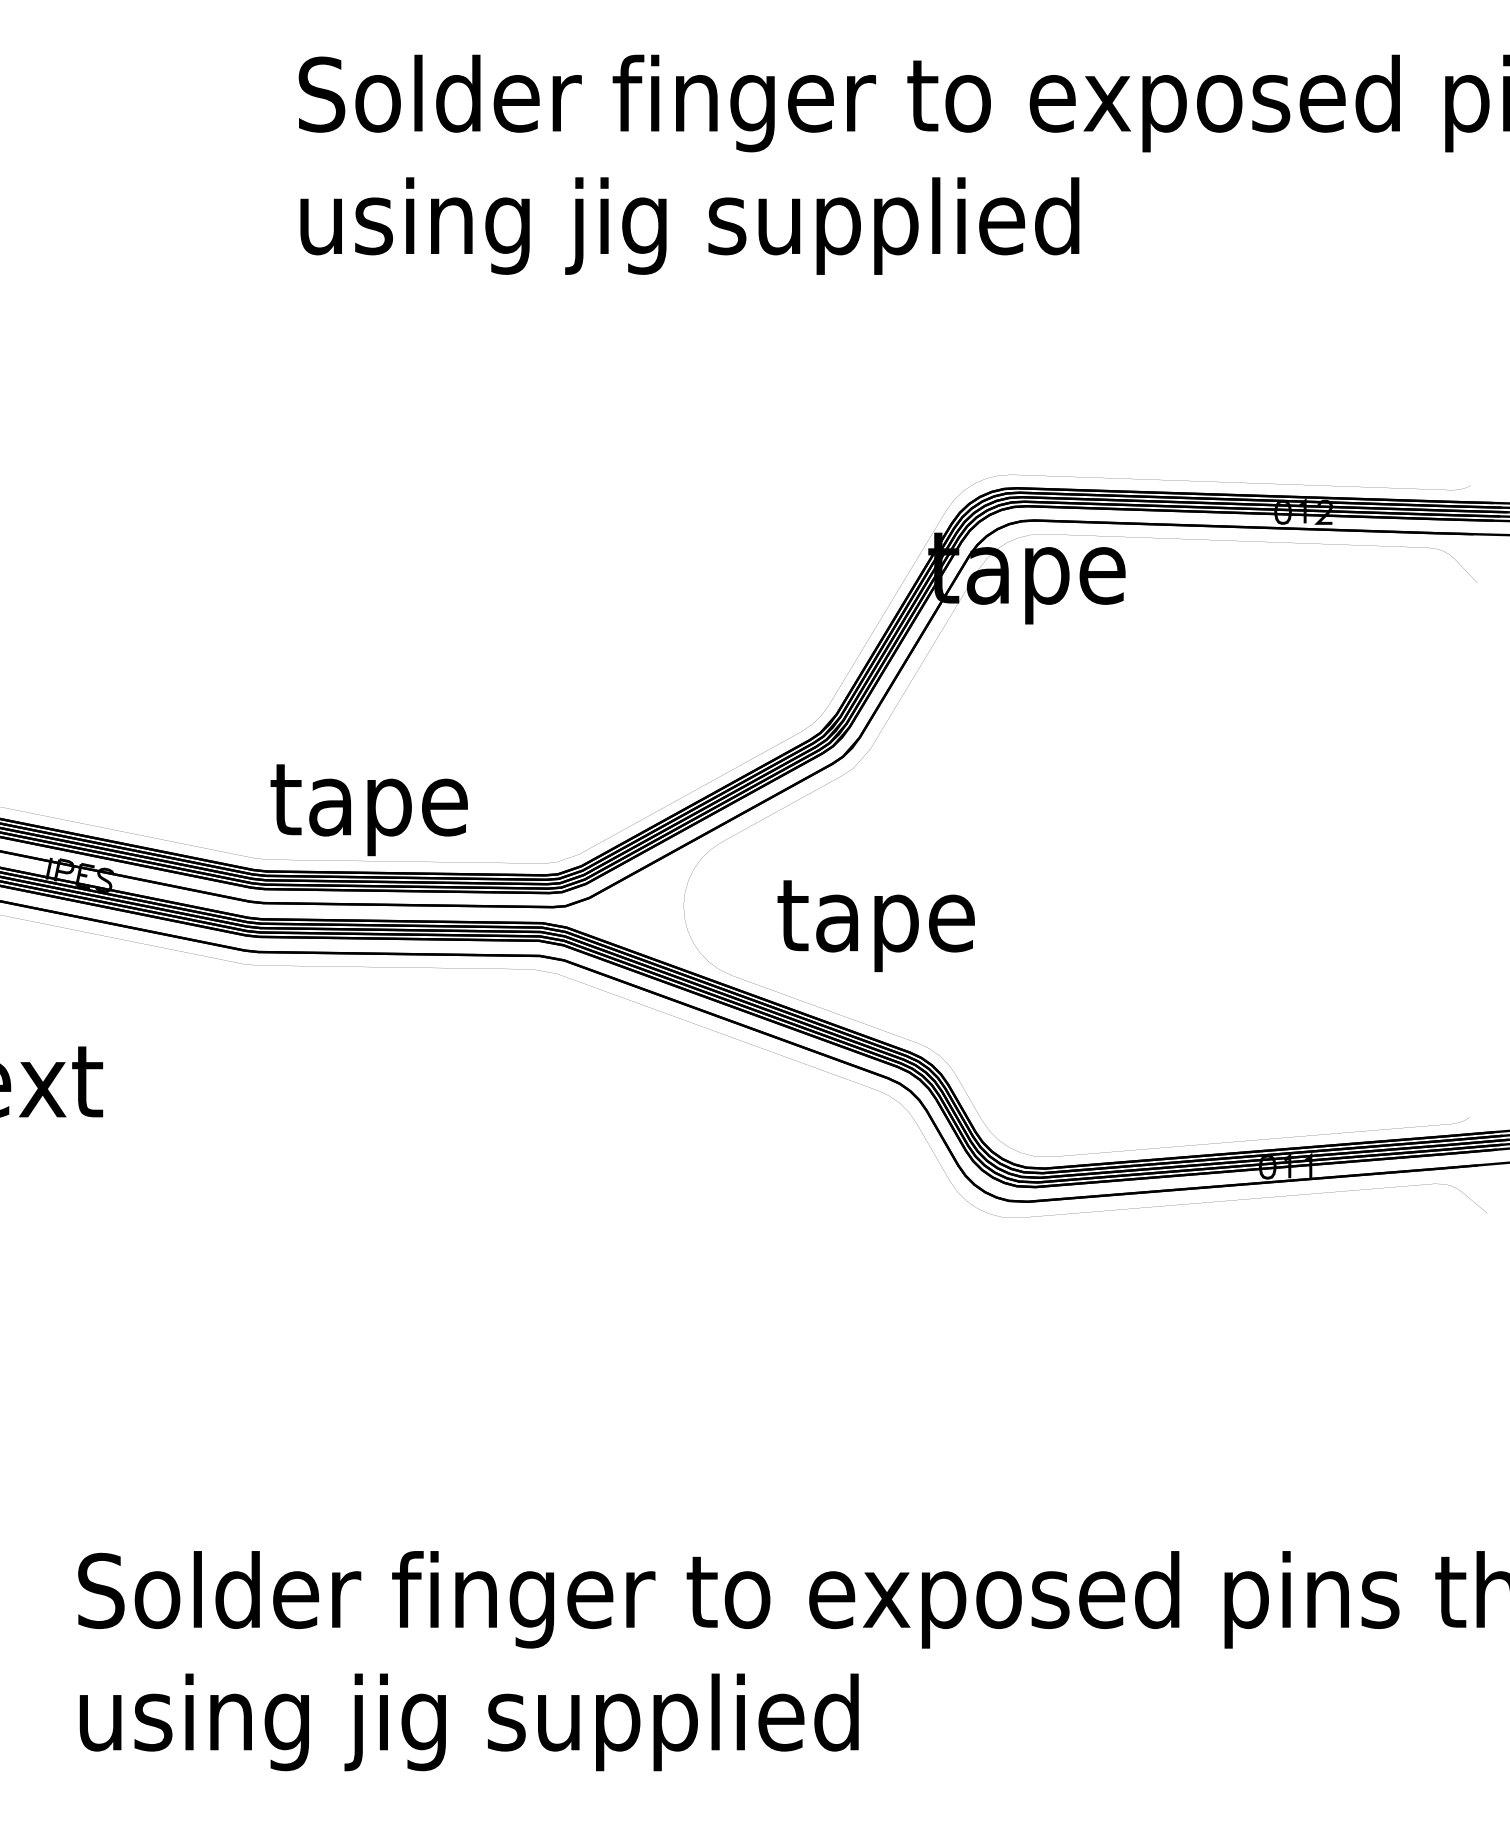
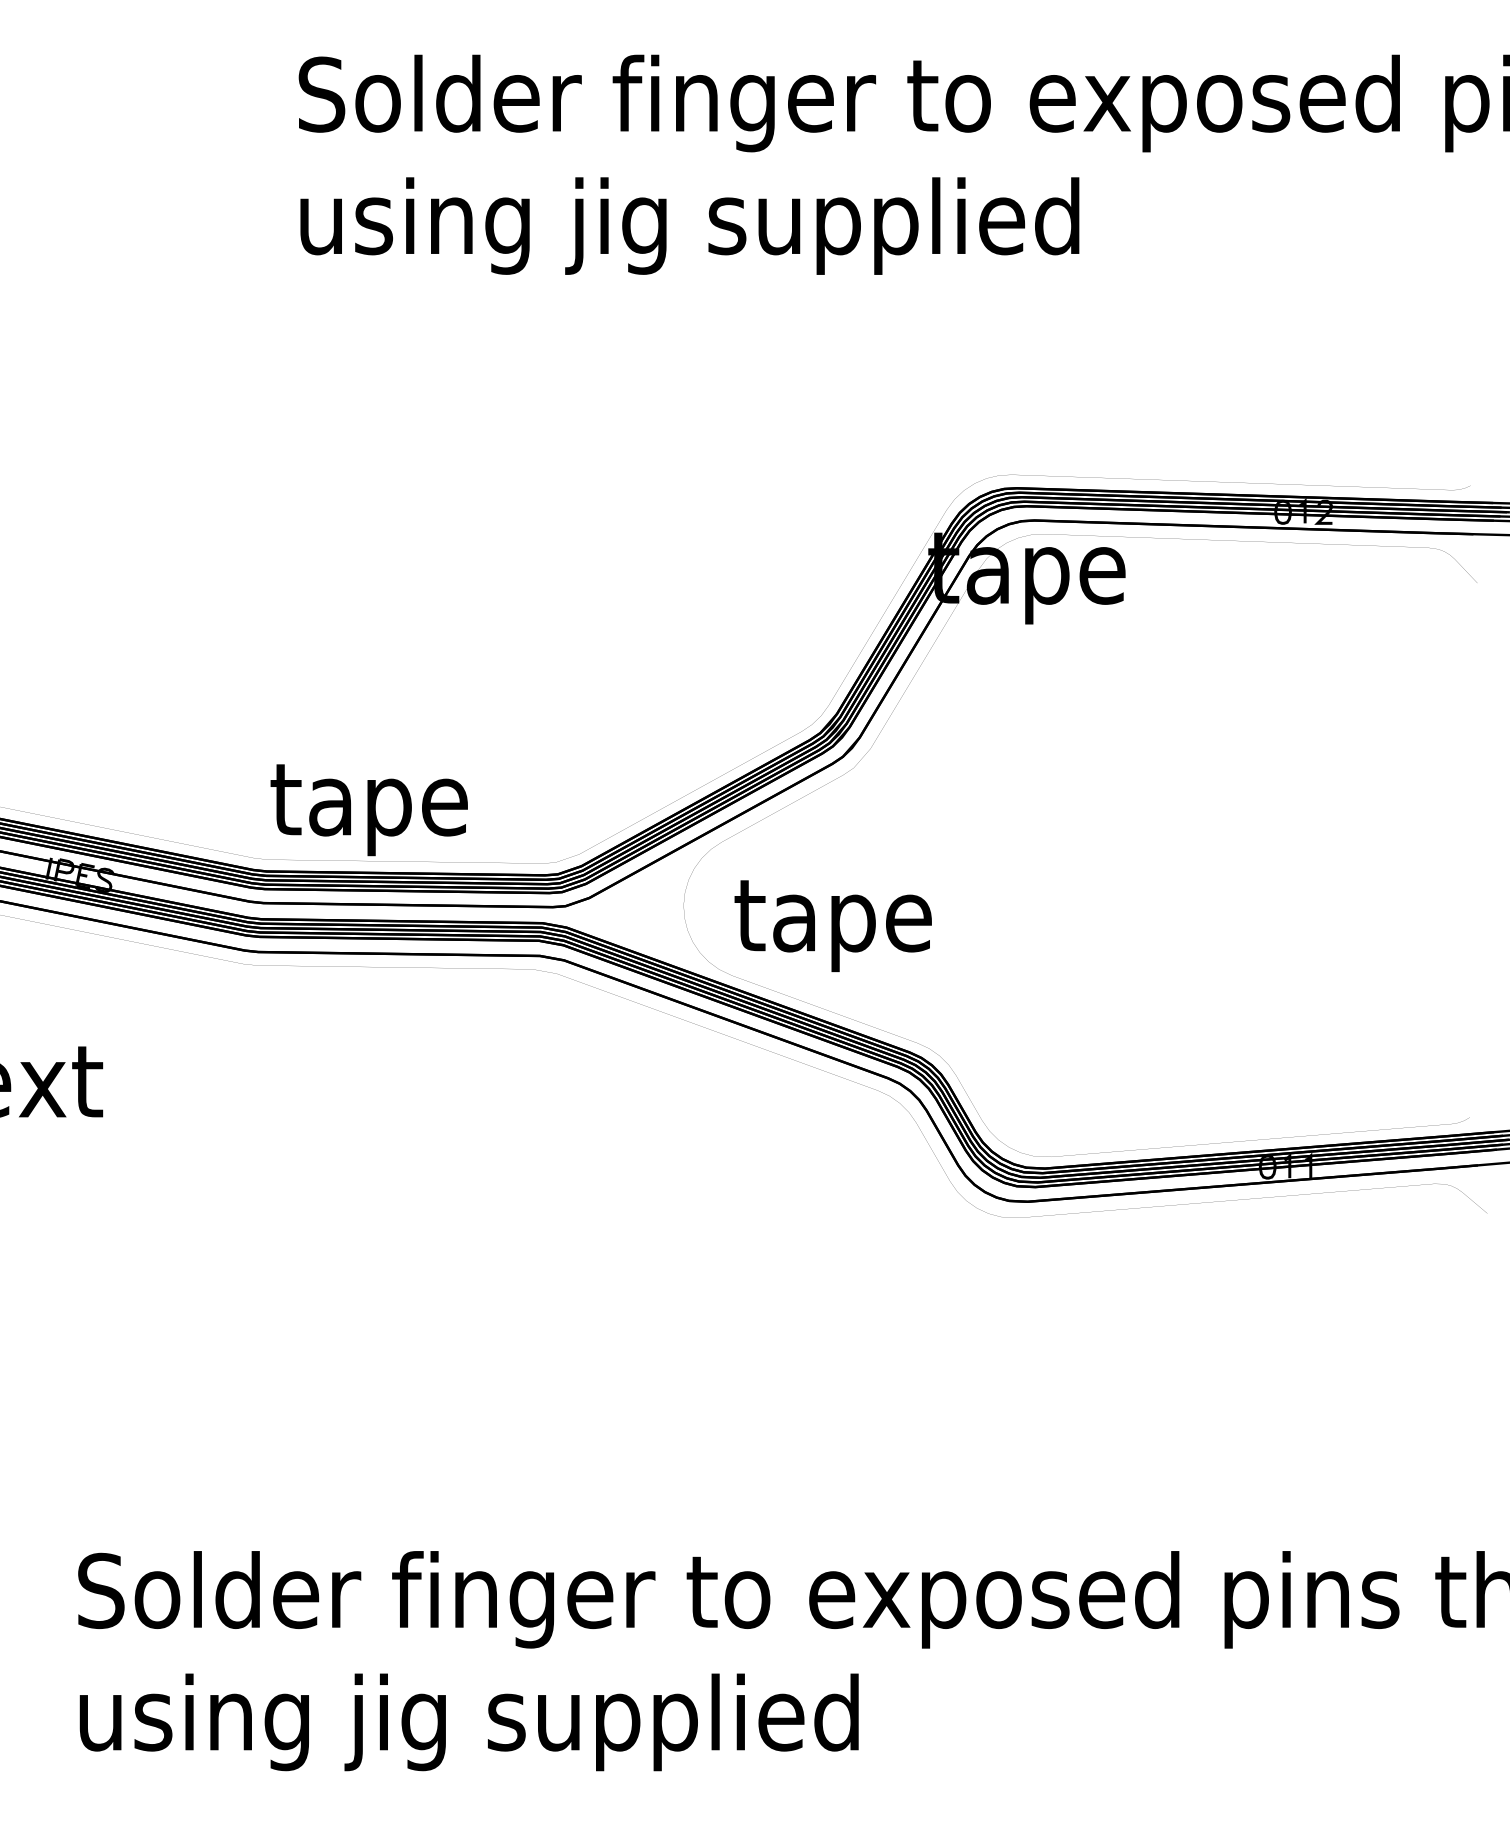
text at (875, 926) position: (875, 926) -> (832, 926)
